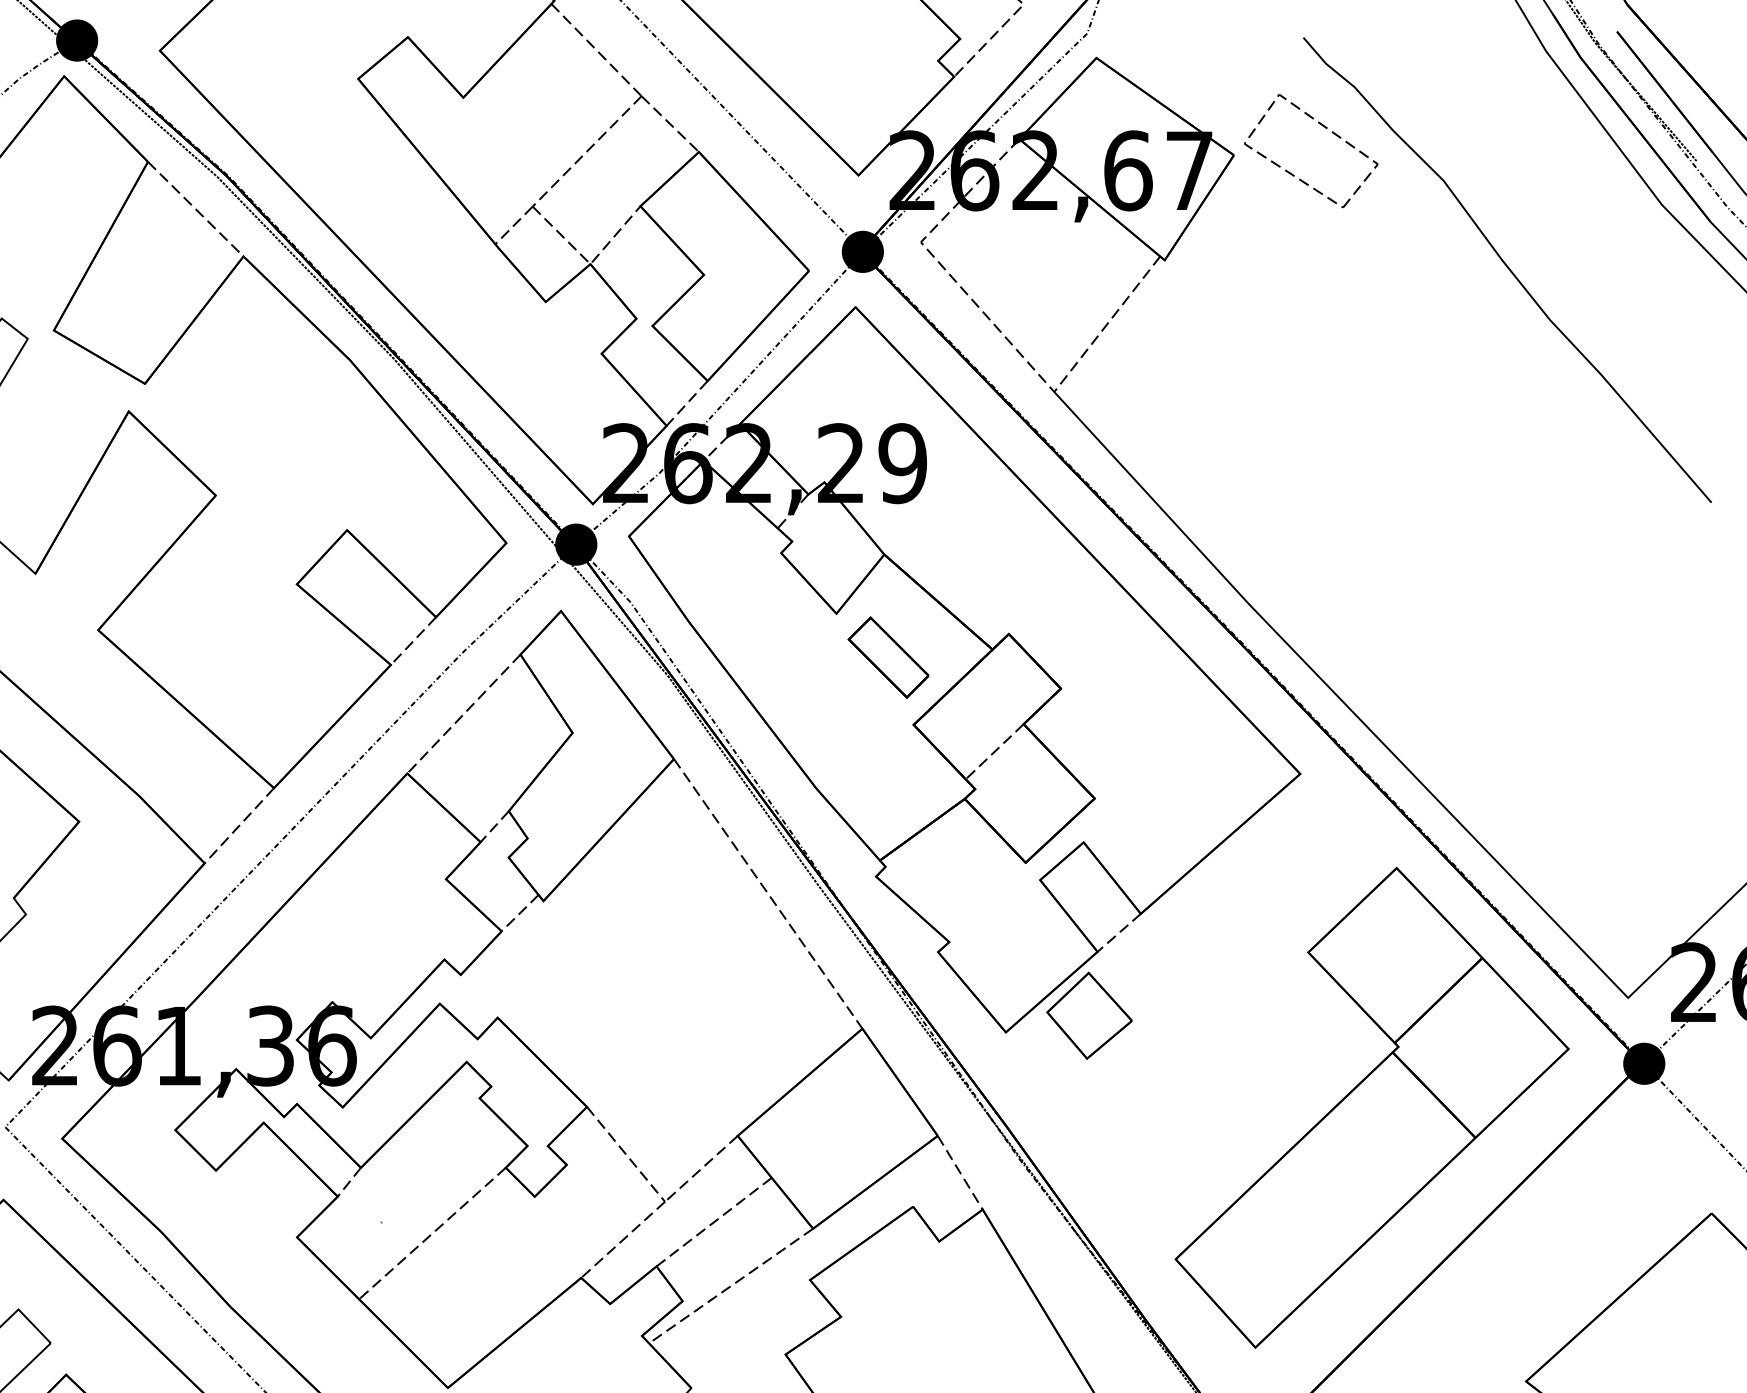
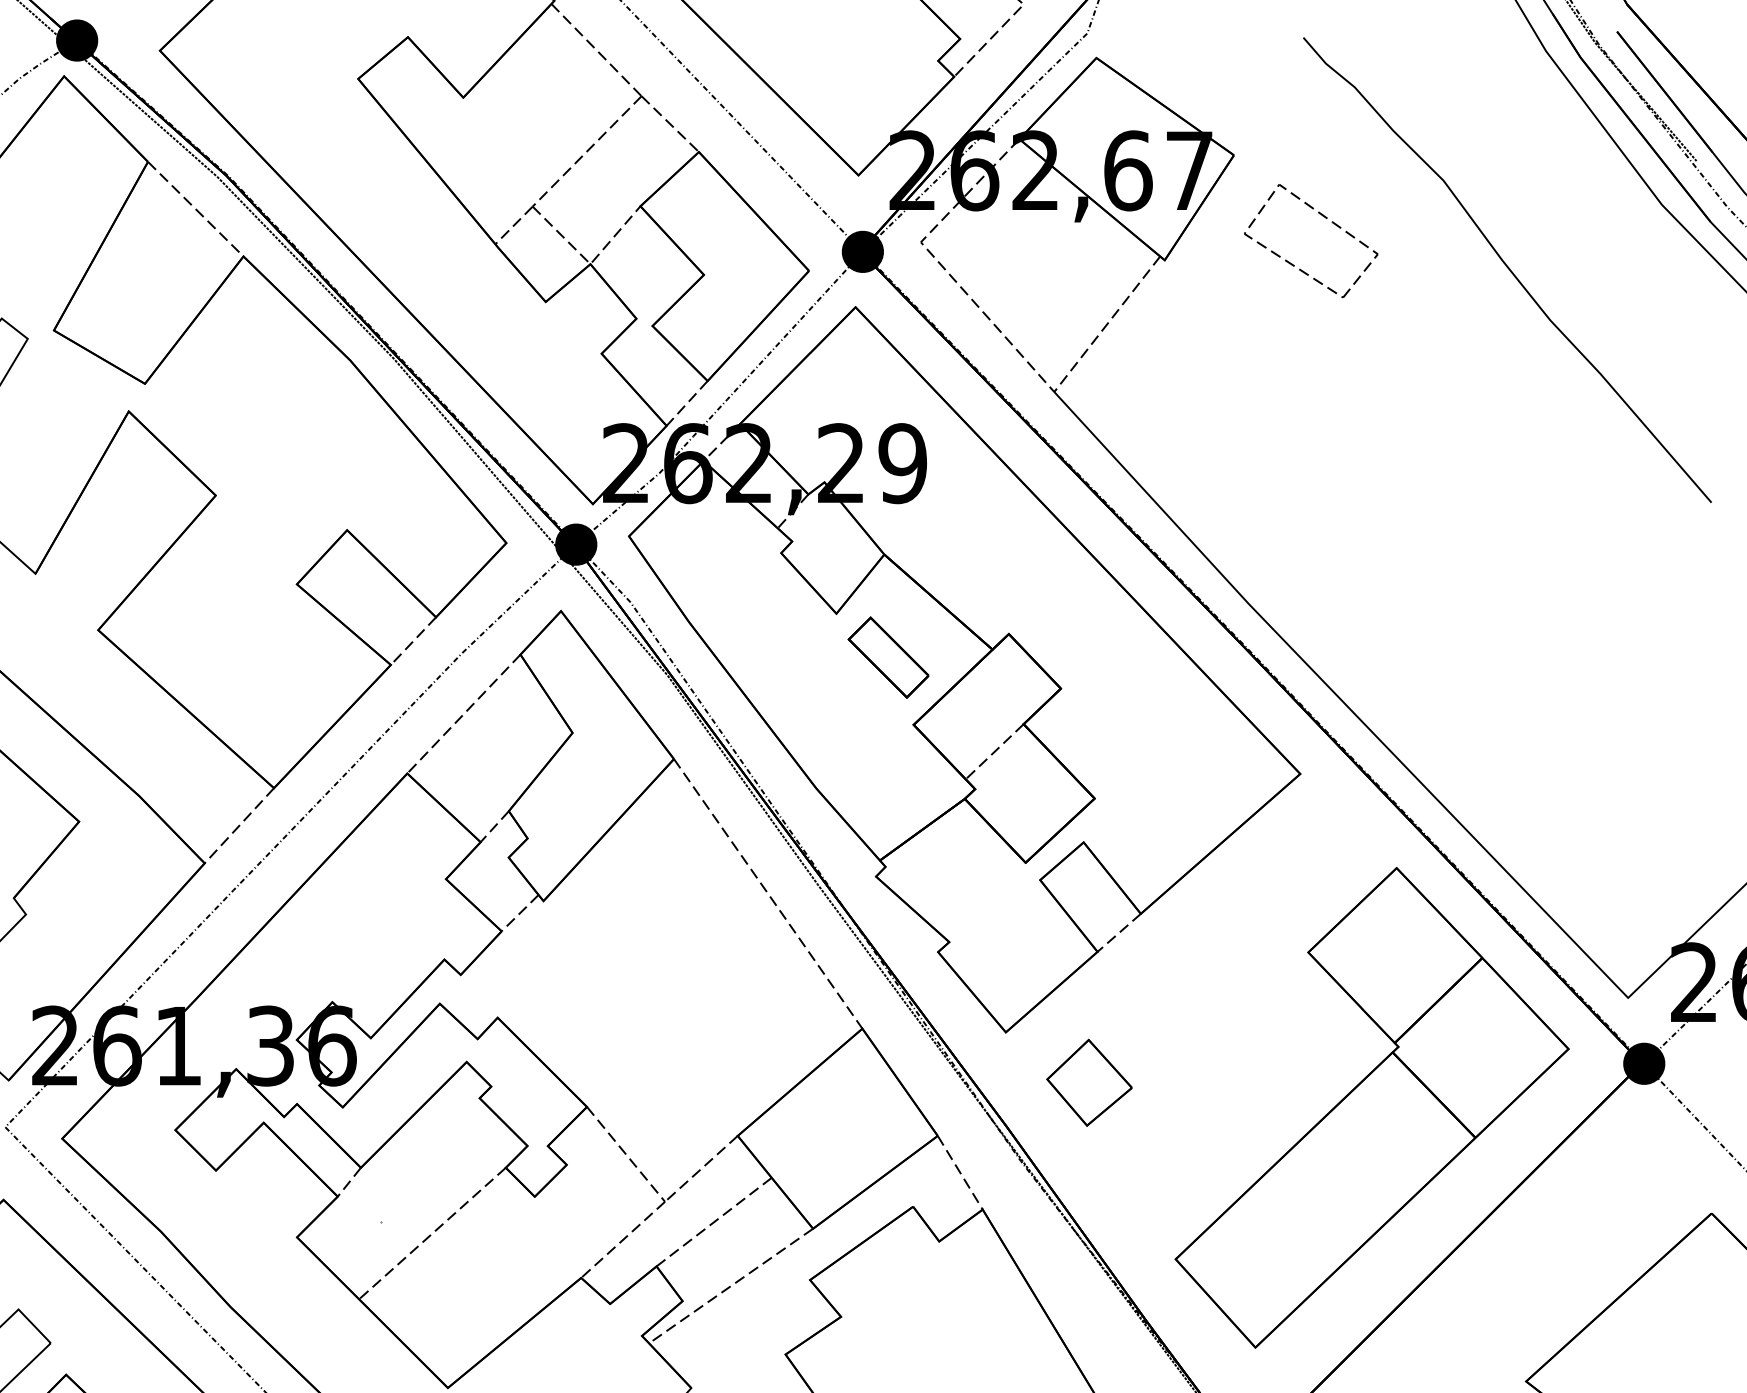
part at (1326, 129) position: (1326, 129) -> (1326, 219)
part at (1089, 1015) position: (1089, 1015) -> (1089, 1082)
